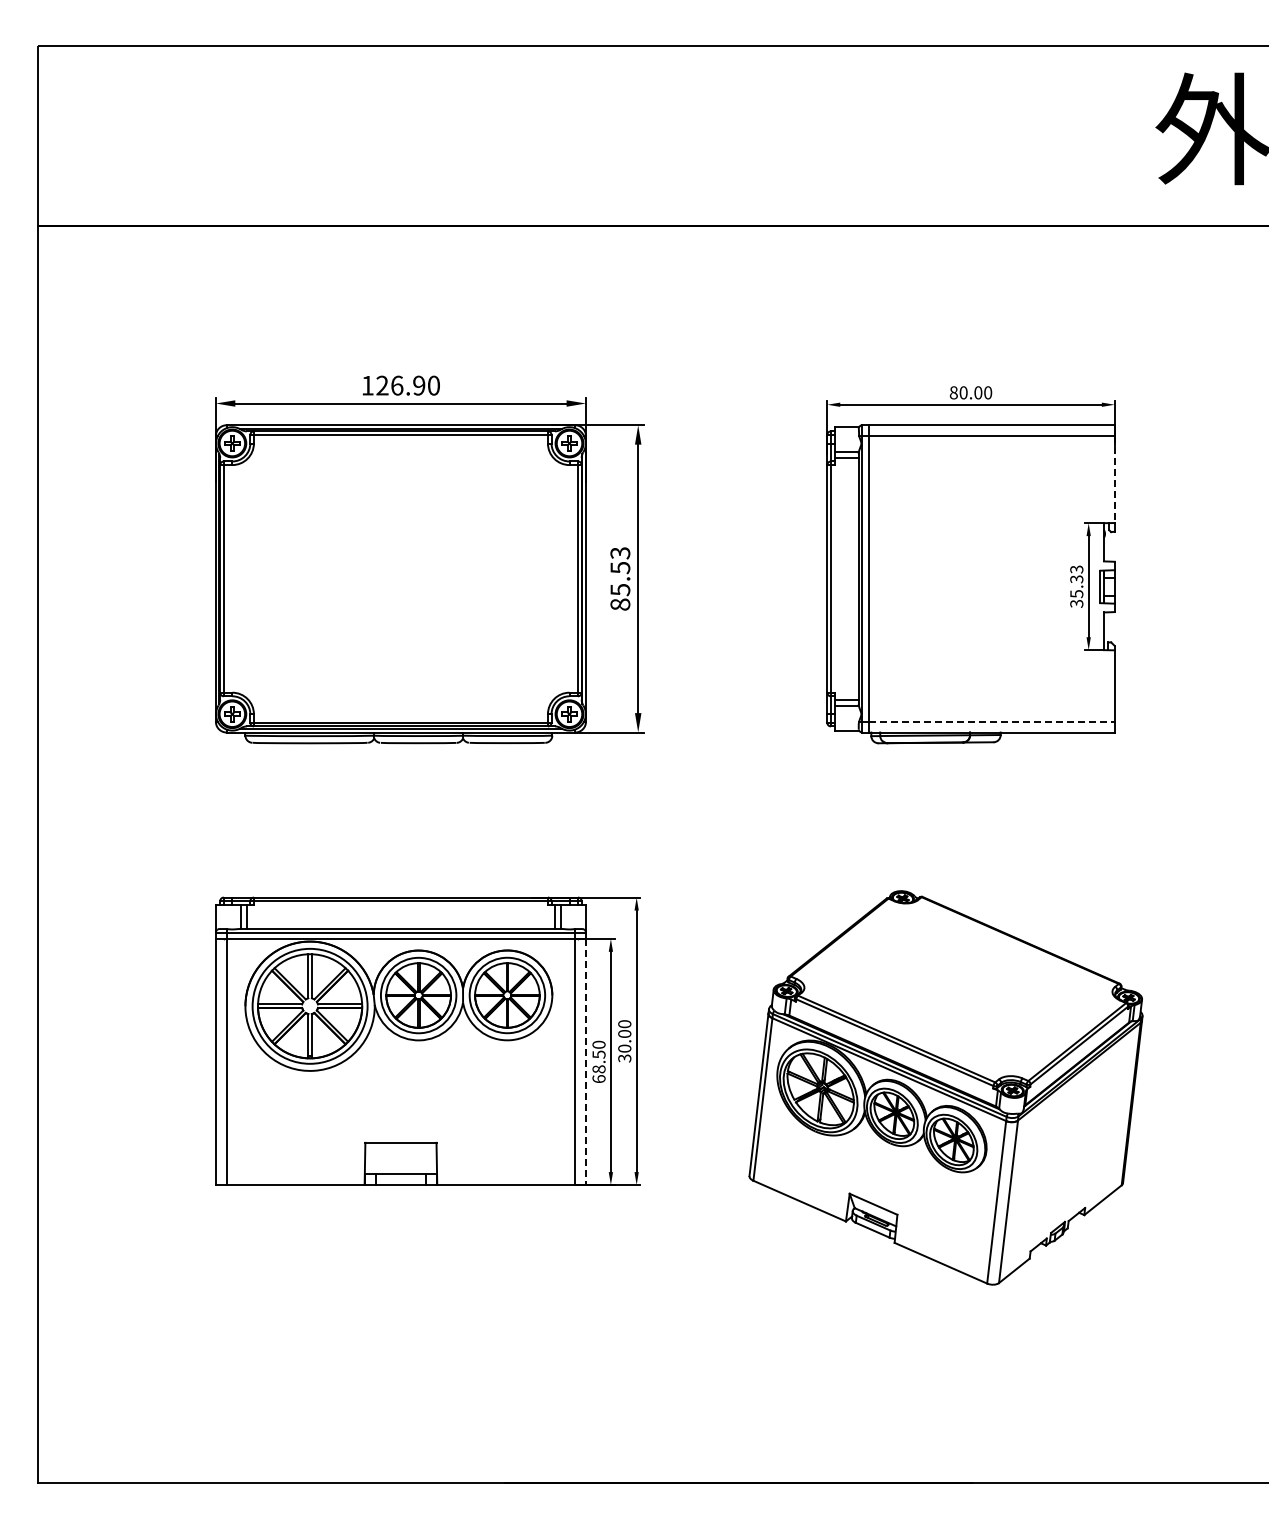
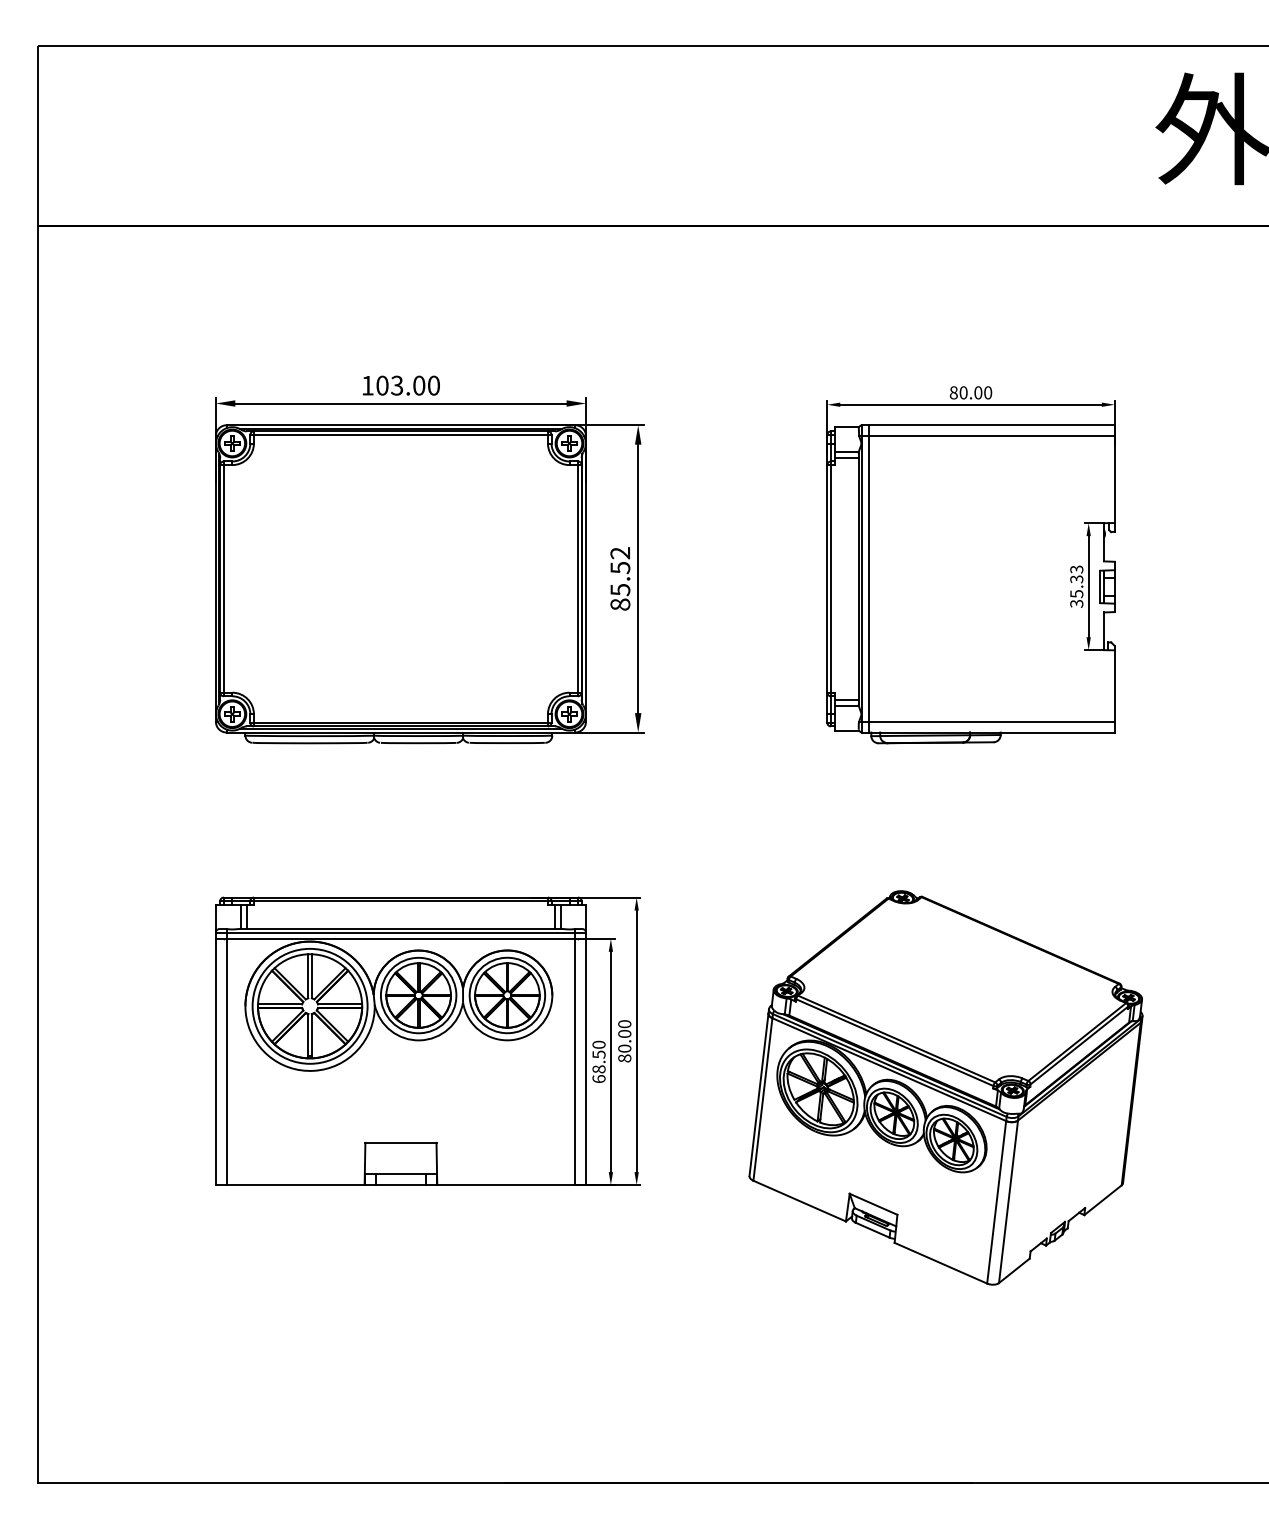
text at (400, 385): 126.90 -> 103.00
line at (1114, 480): dashed -> solid
text at (620, 553): 85.53 -> 85.52
line at (992, 721): dashed -> solid
text at (624, 1058): 30.00 -> 80.00
line at (586, 1062): dashed -> solid
